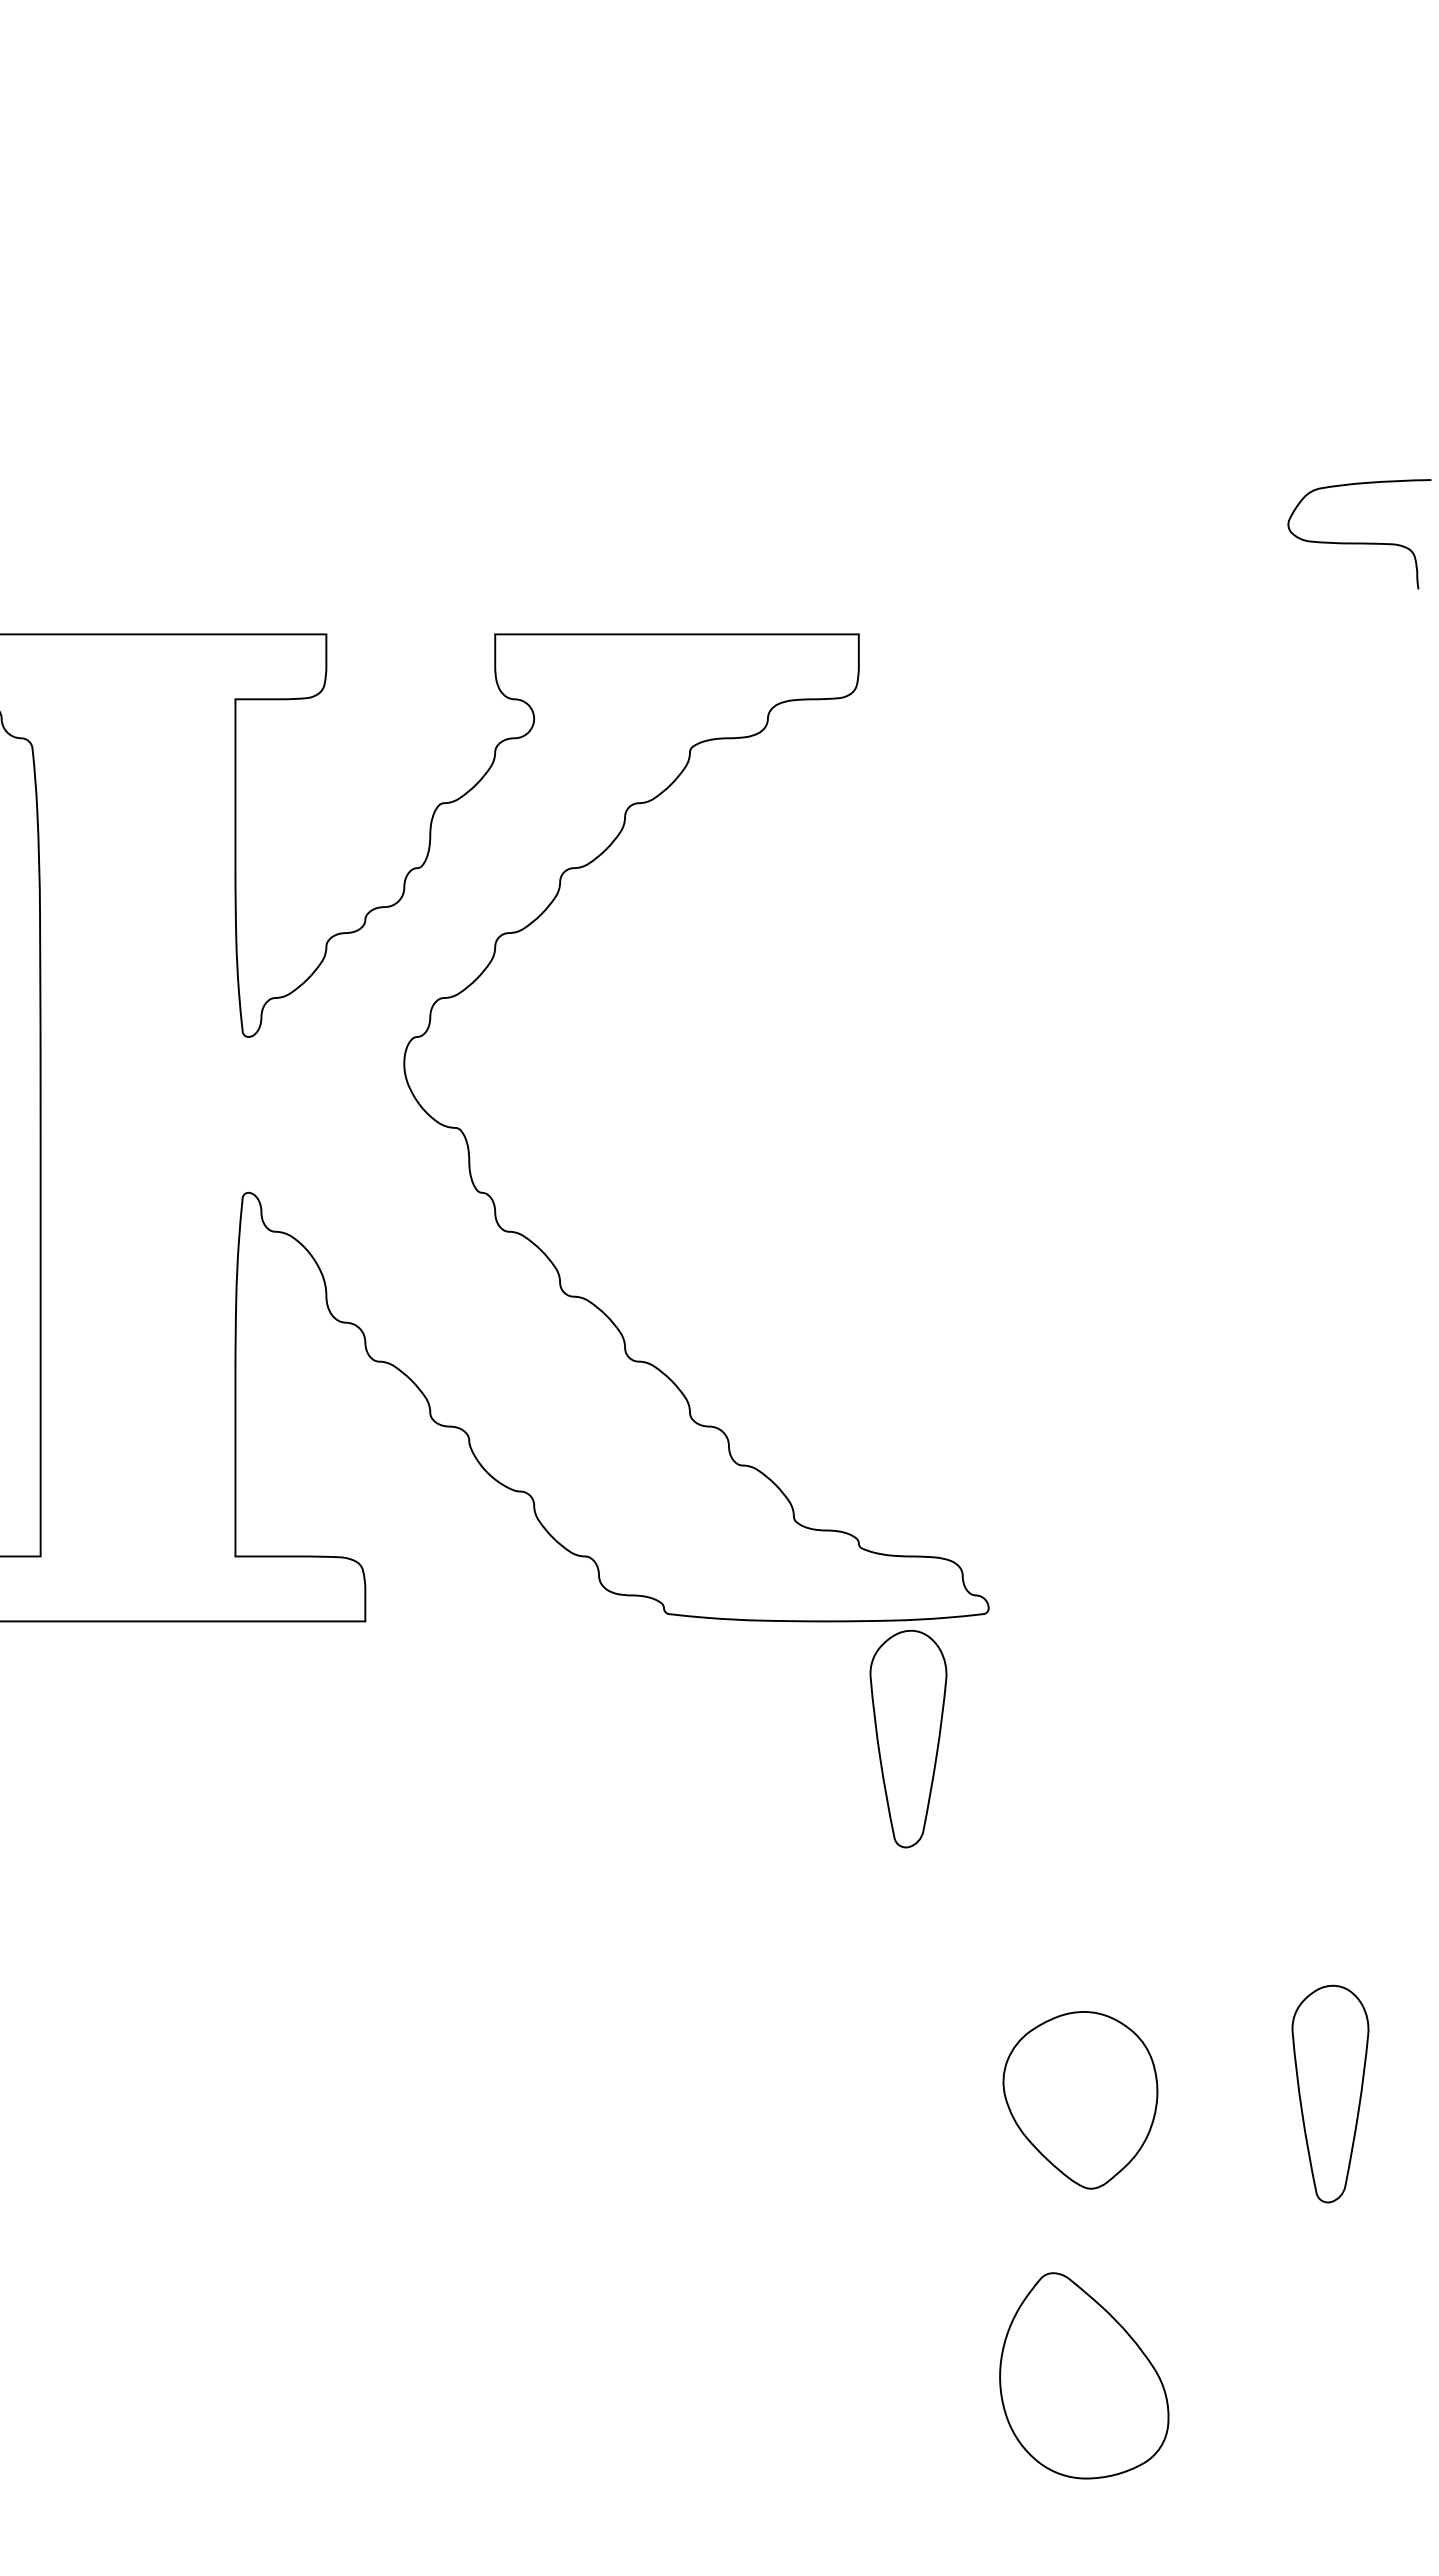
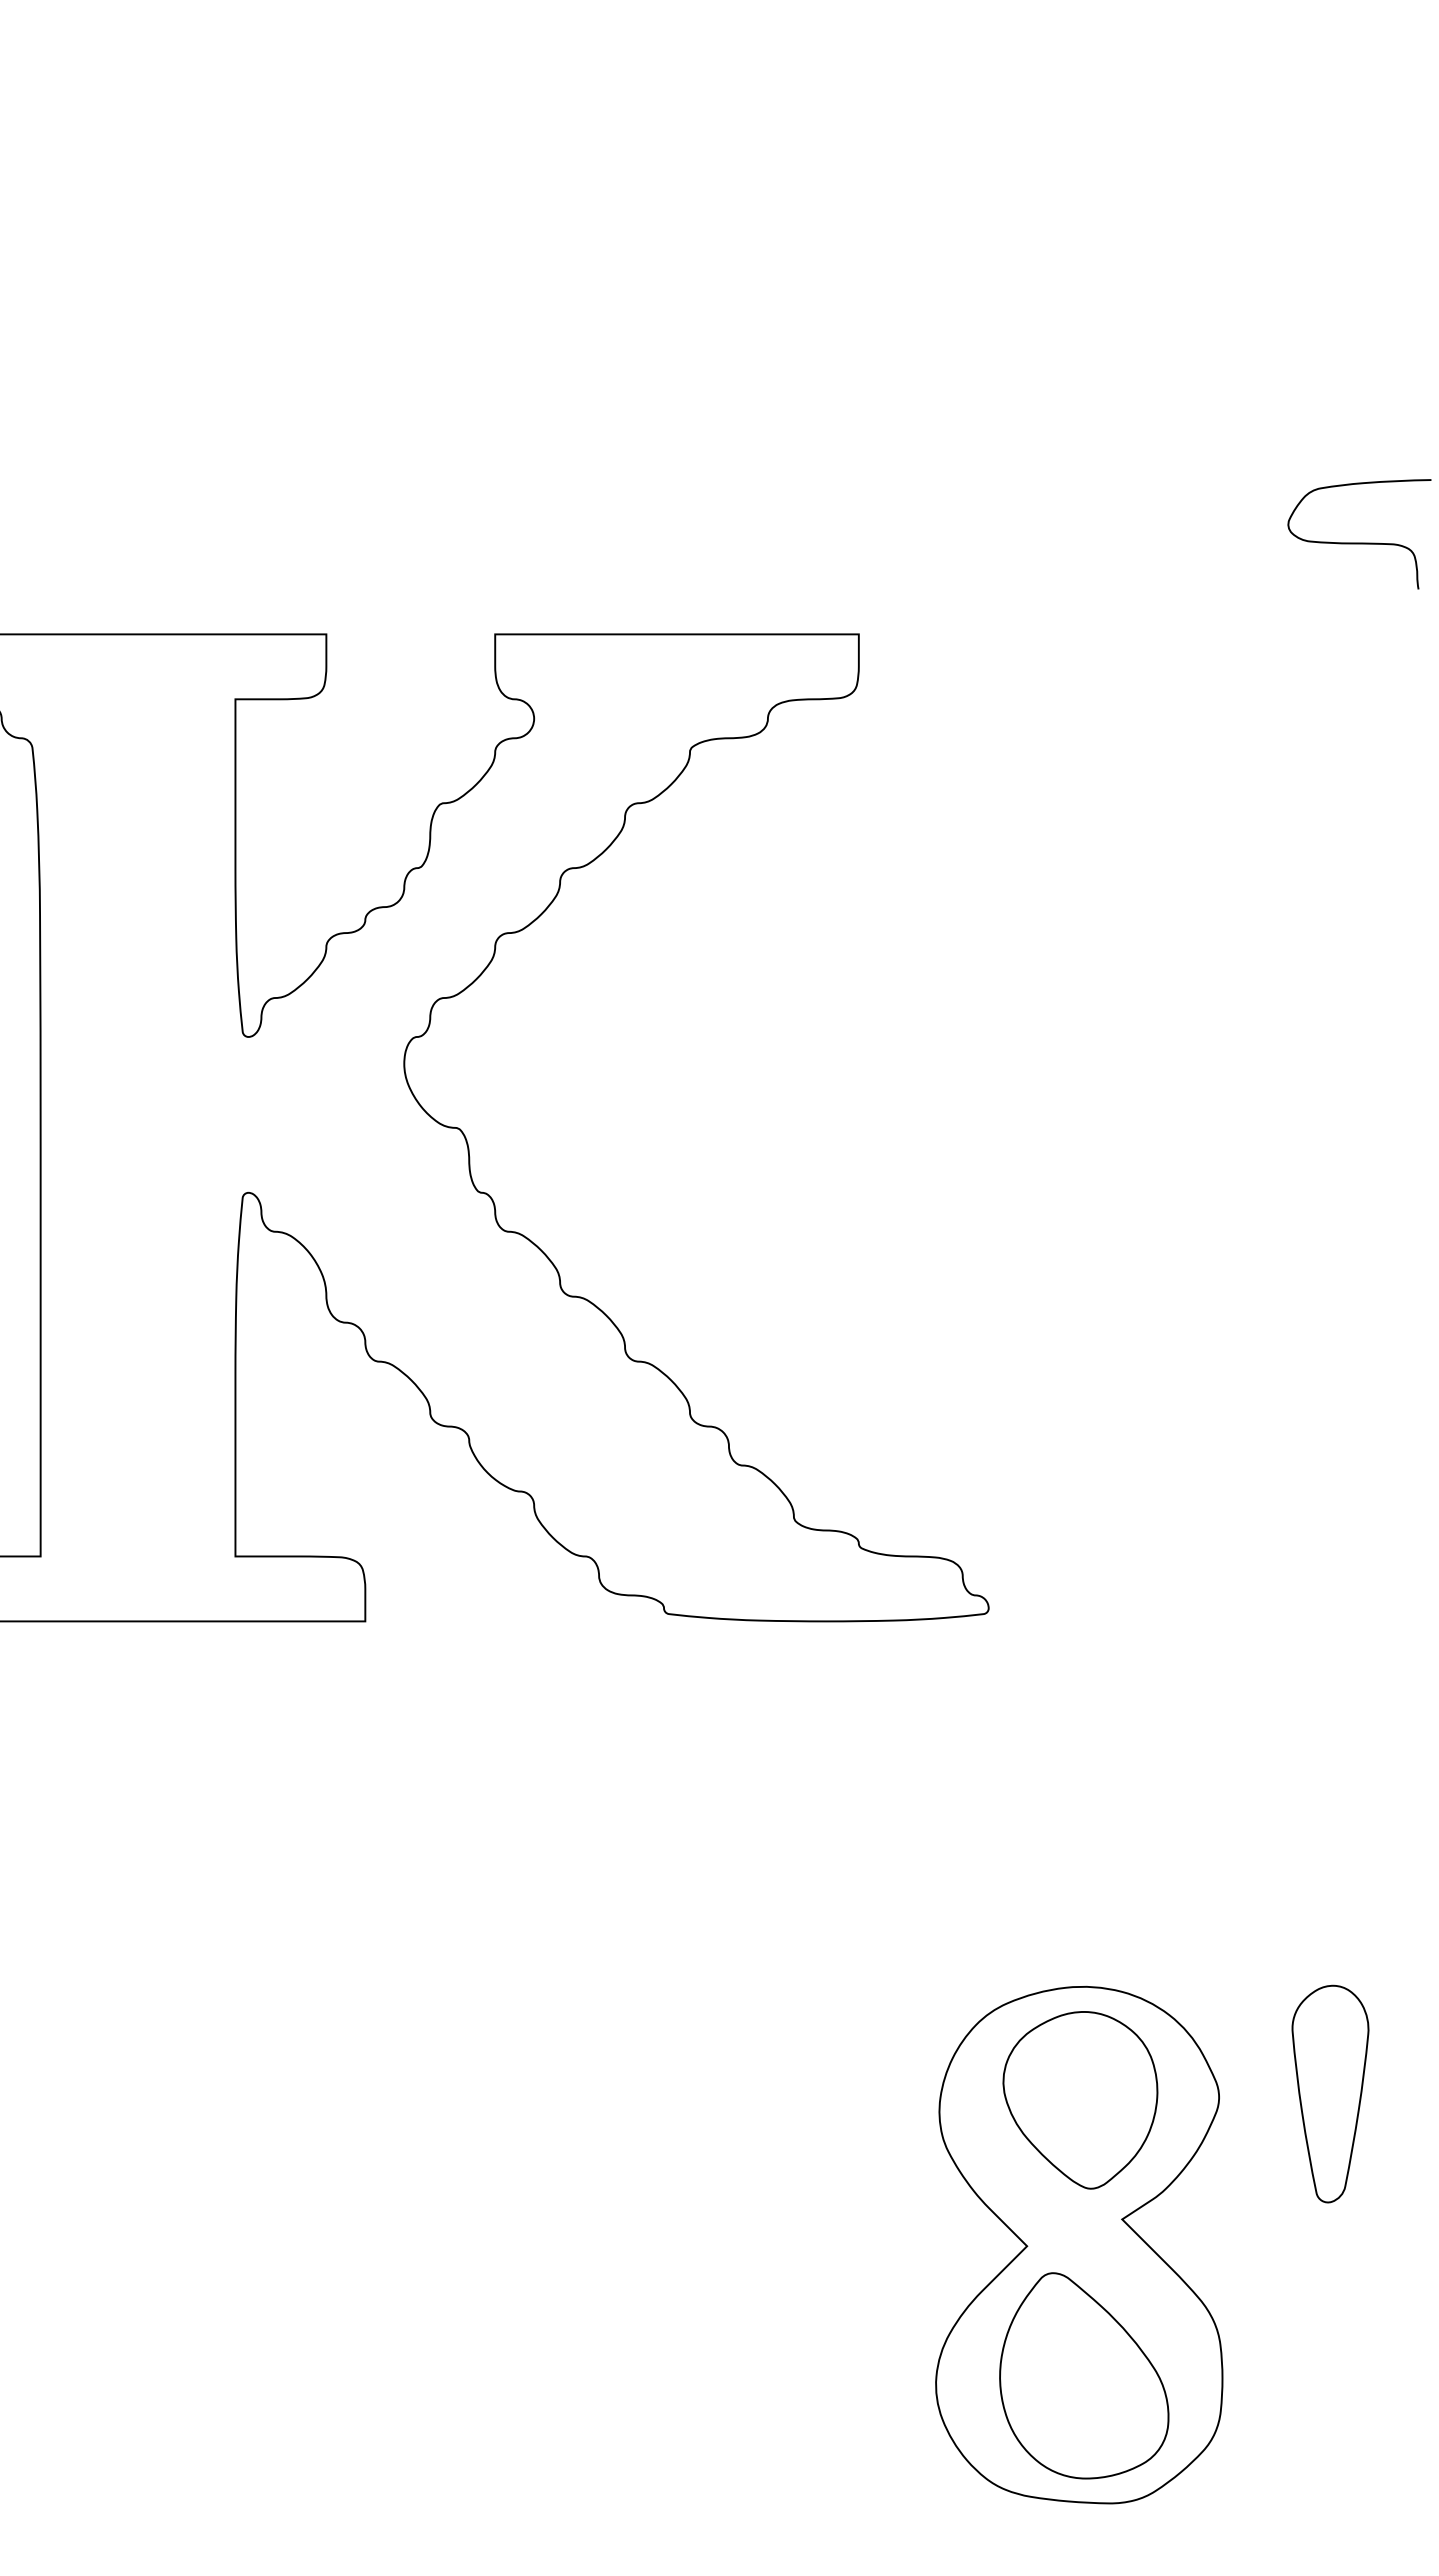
part at (908, 1738): present -> none
part at (1079, 2244): none -> present
